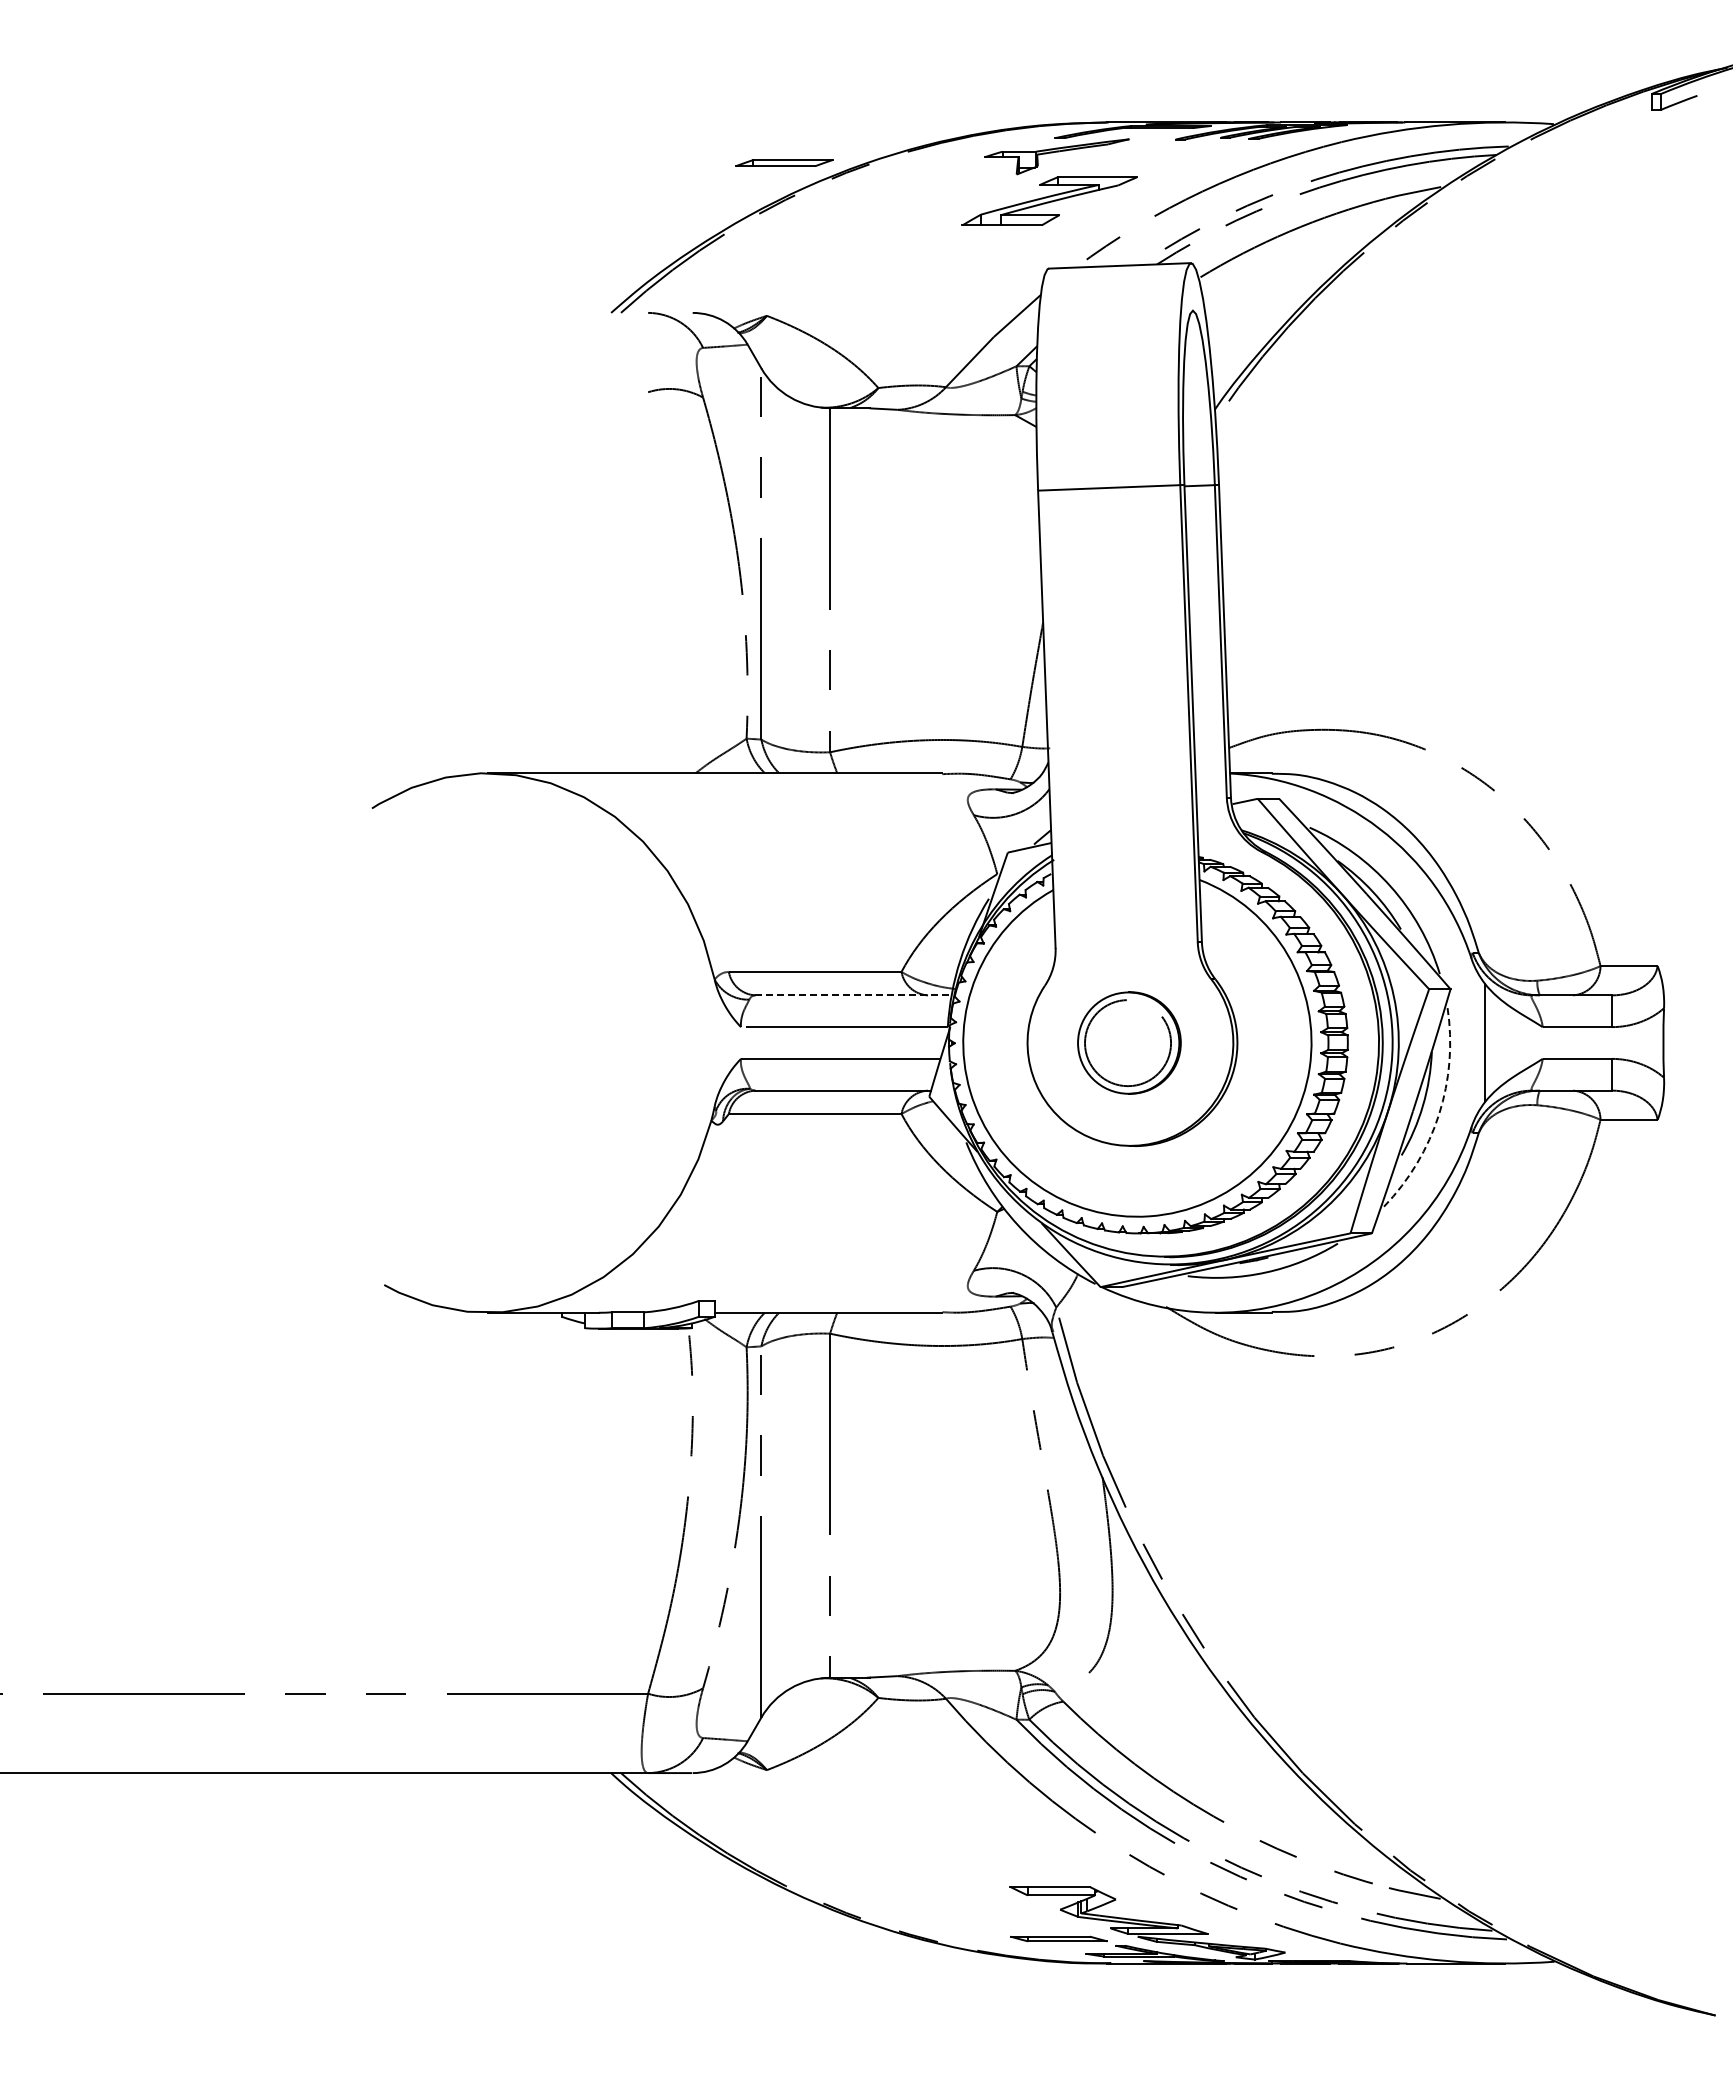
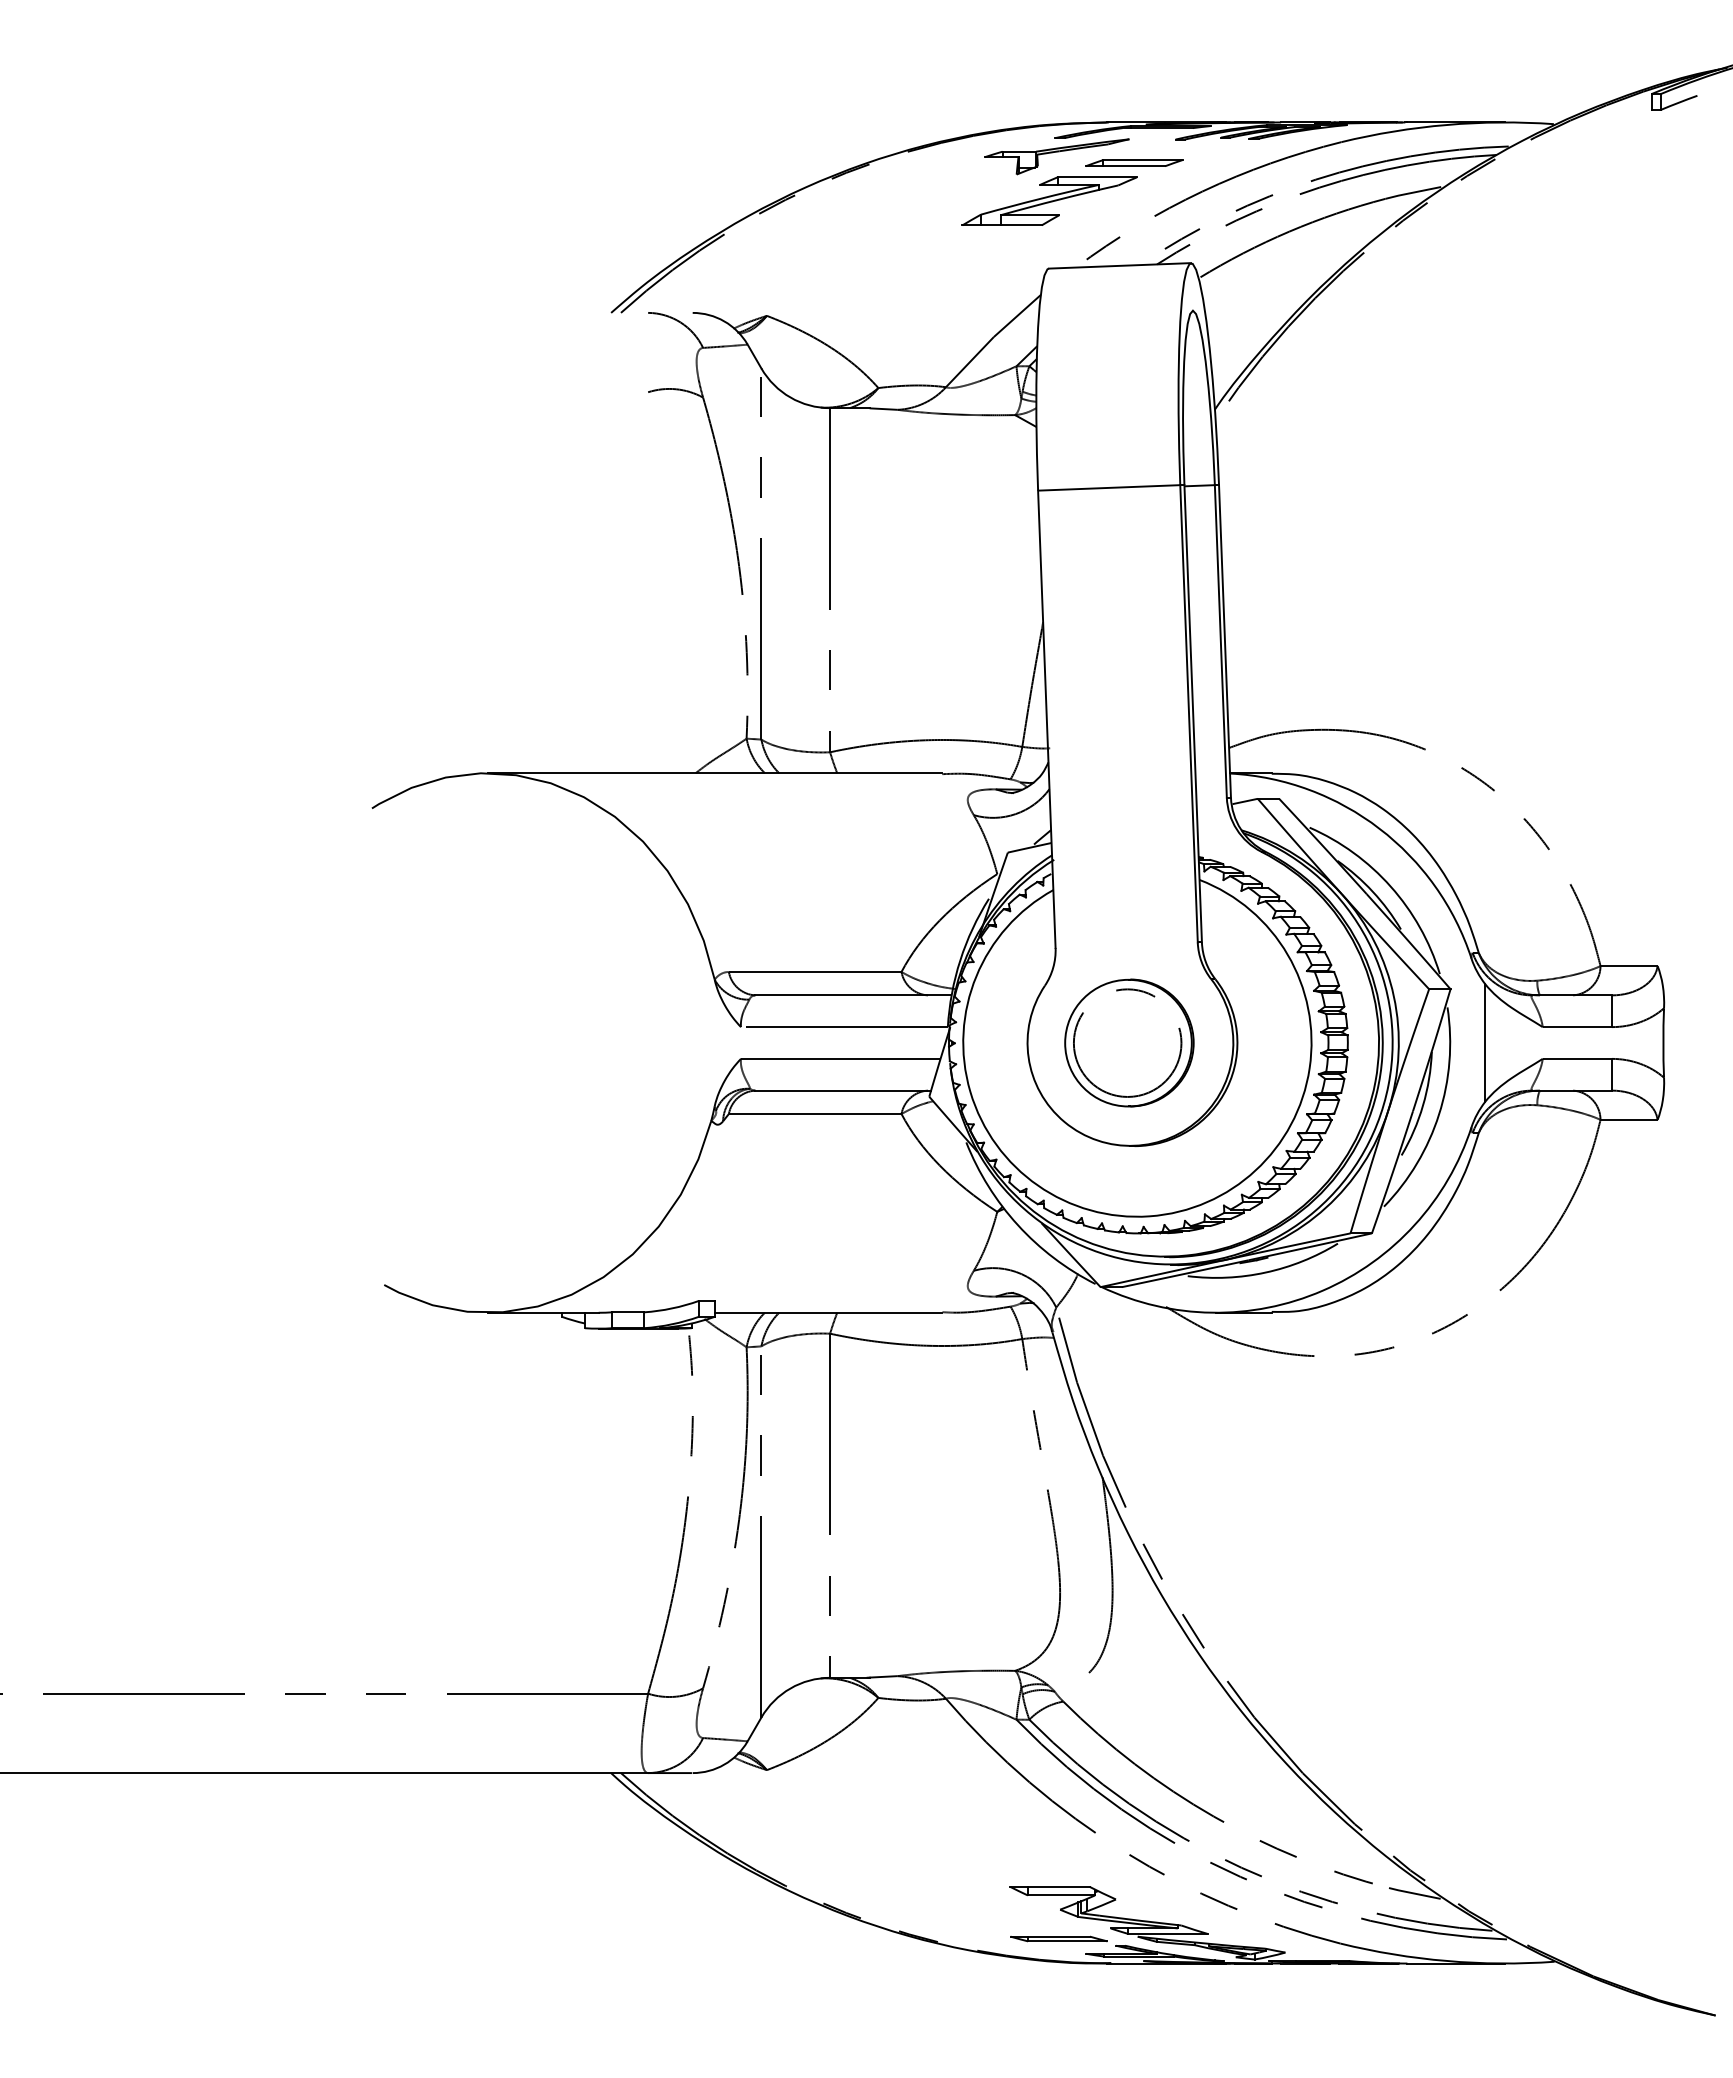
part at (784, 162) position: (784, 162) -> (1134, 162)
line at (853, 995): dashed -> solid
part at (1129, 1042) size: 105x104 px -> 131x130 px
arc at (1439, 1114): dashed -> solid
